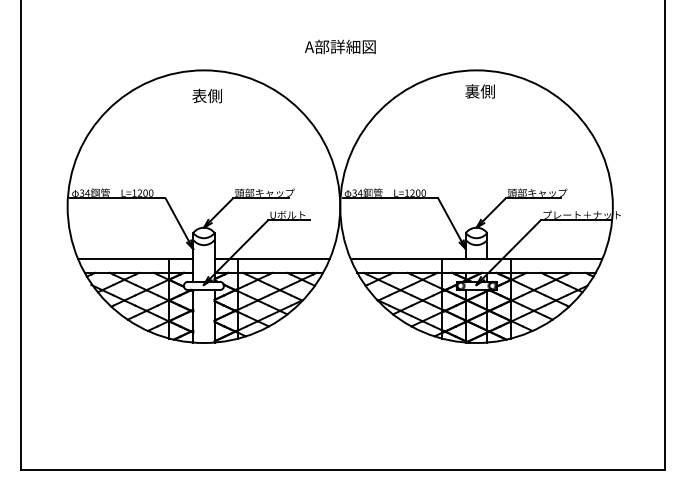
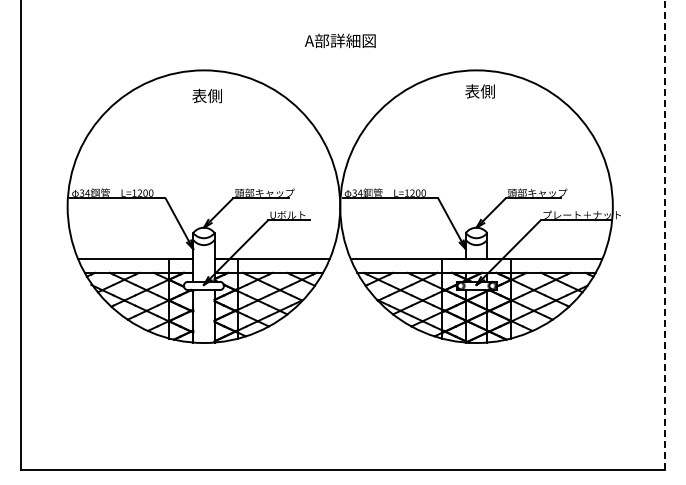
text at (340, 46) position: (340, 46) -> (340, 40)
text at (472, 91): 裏側 -> 表側
line at (665, 235): solid -> dashed
